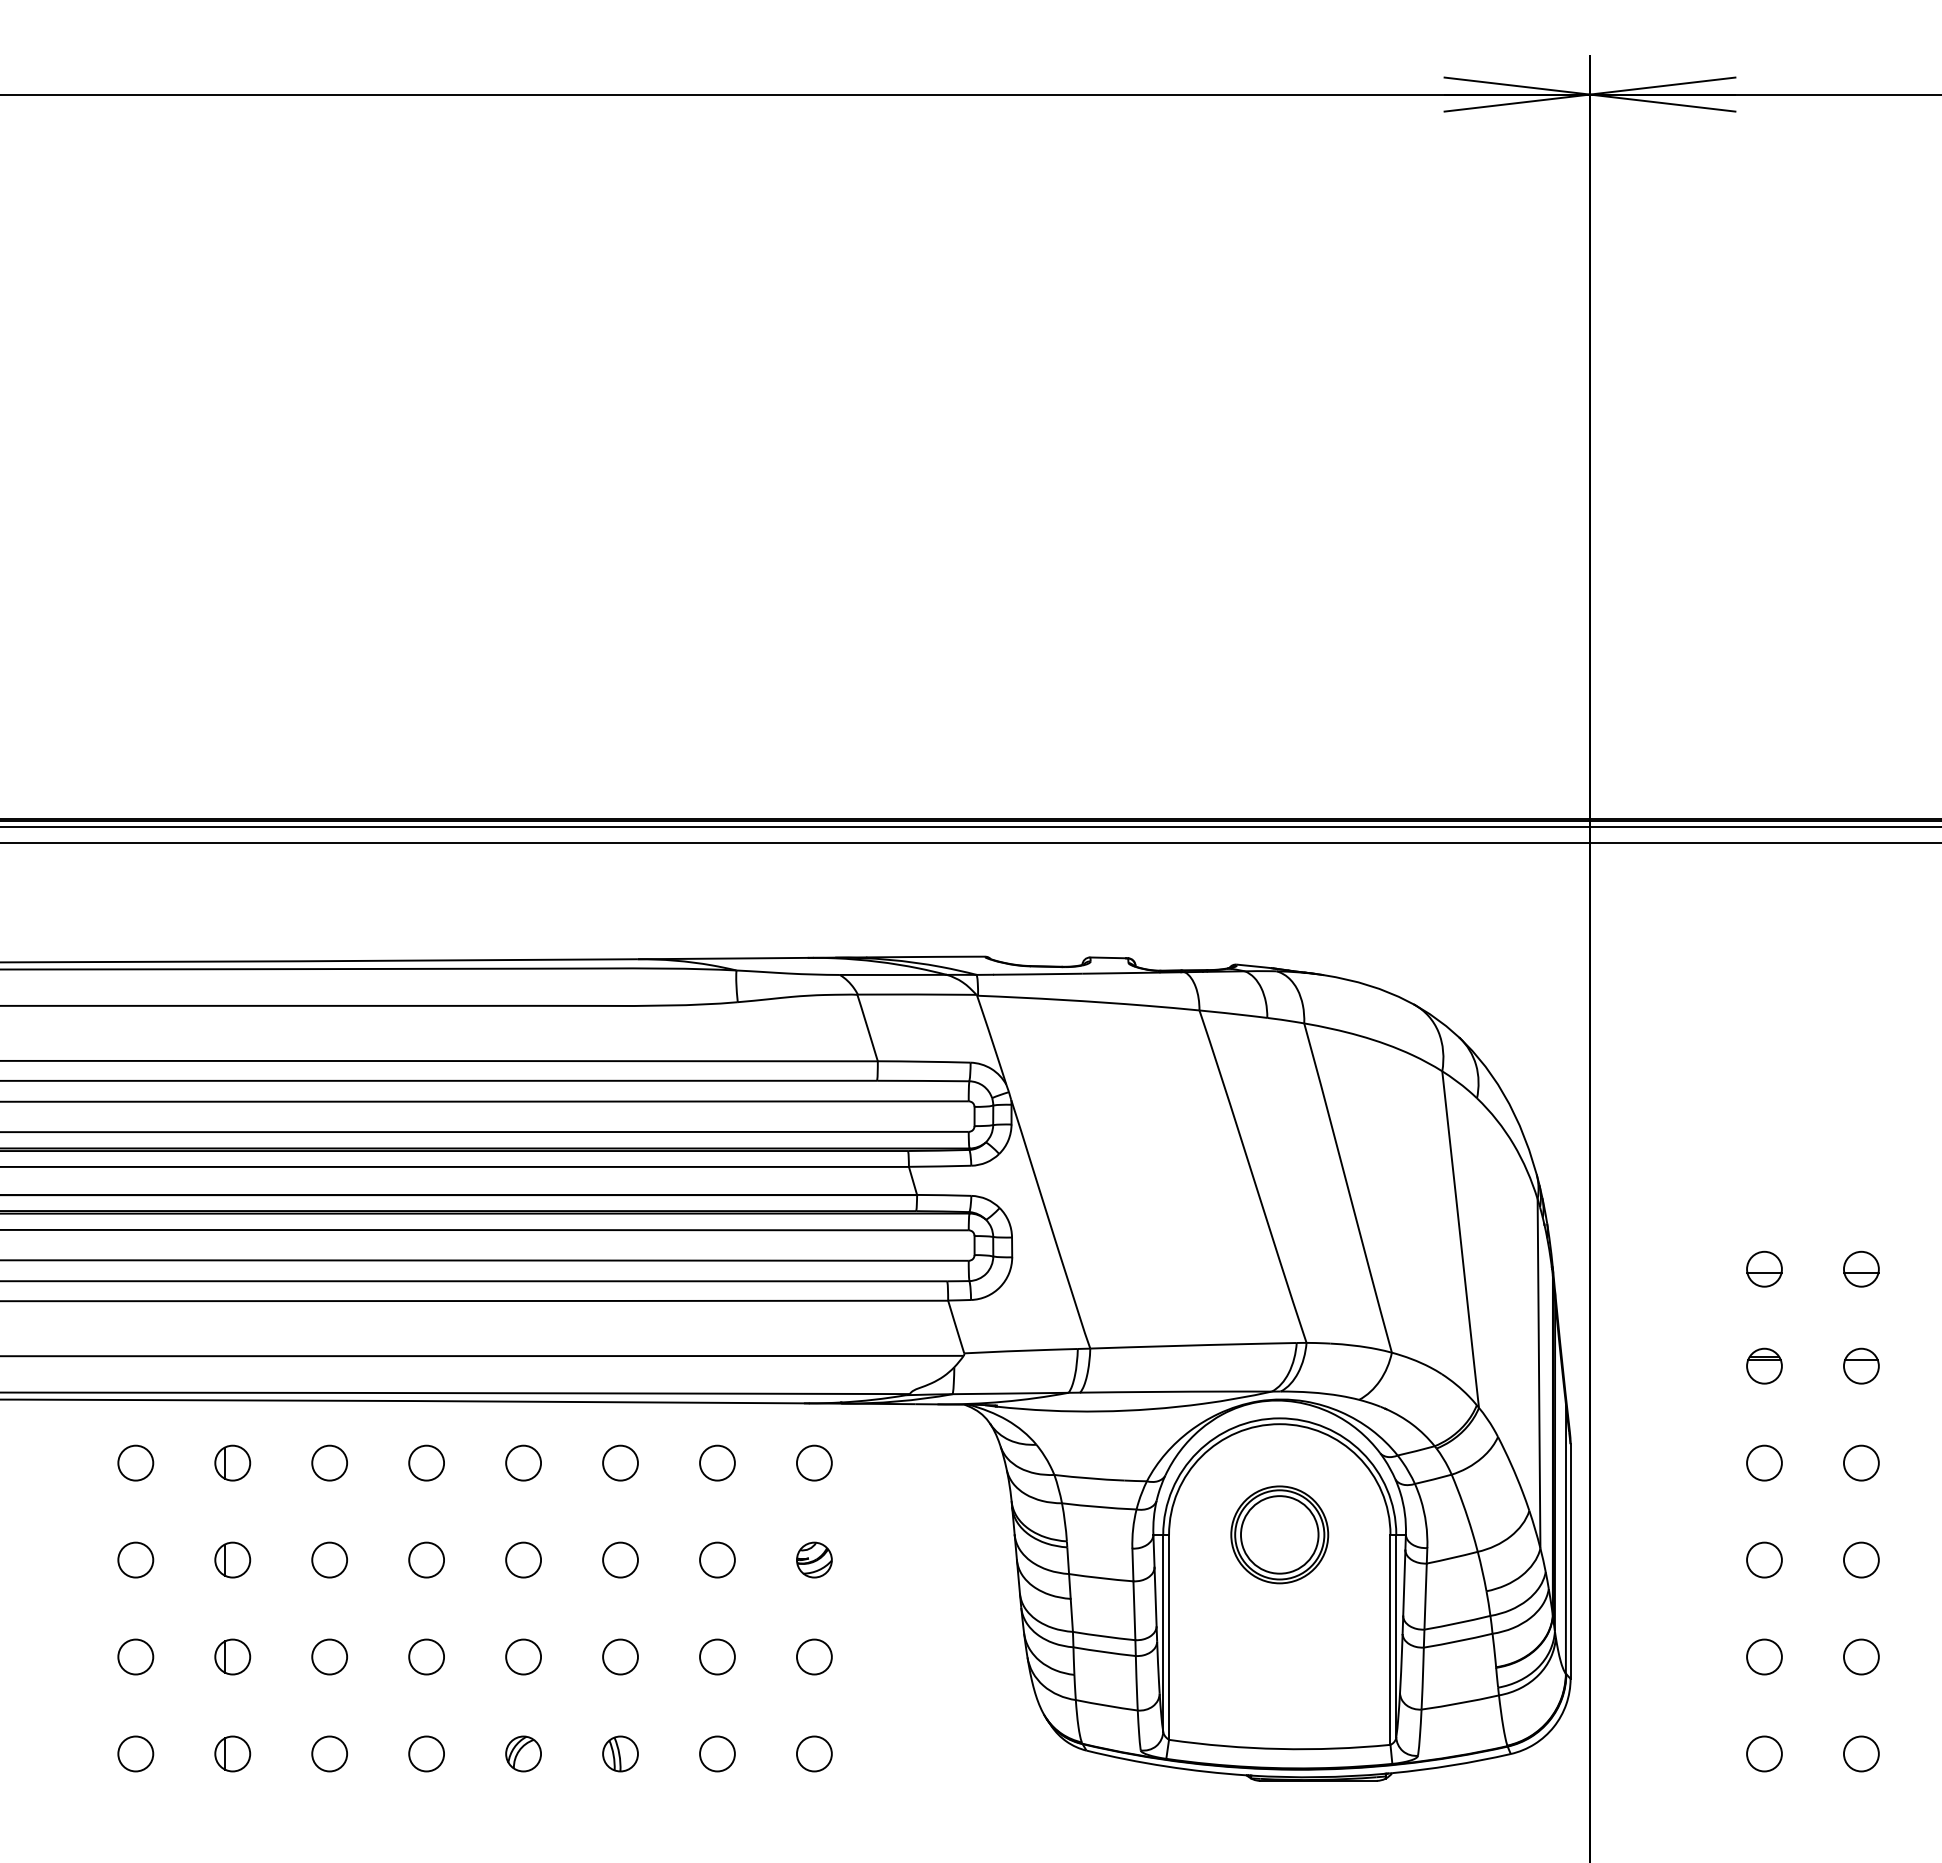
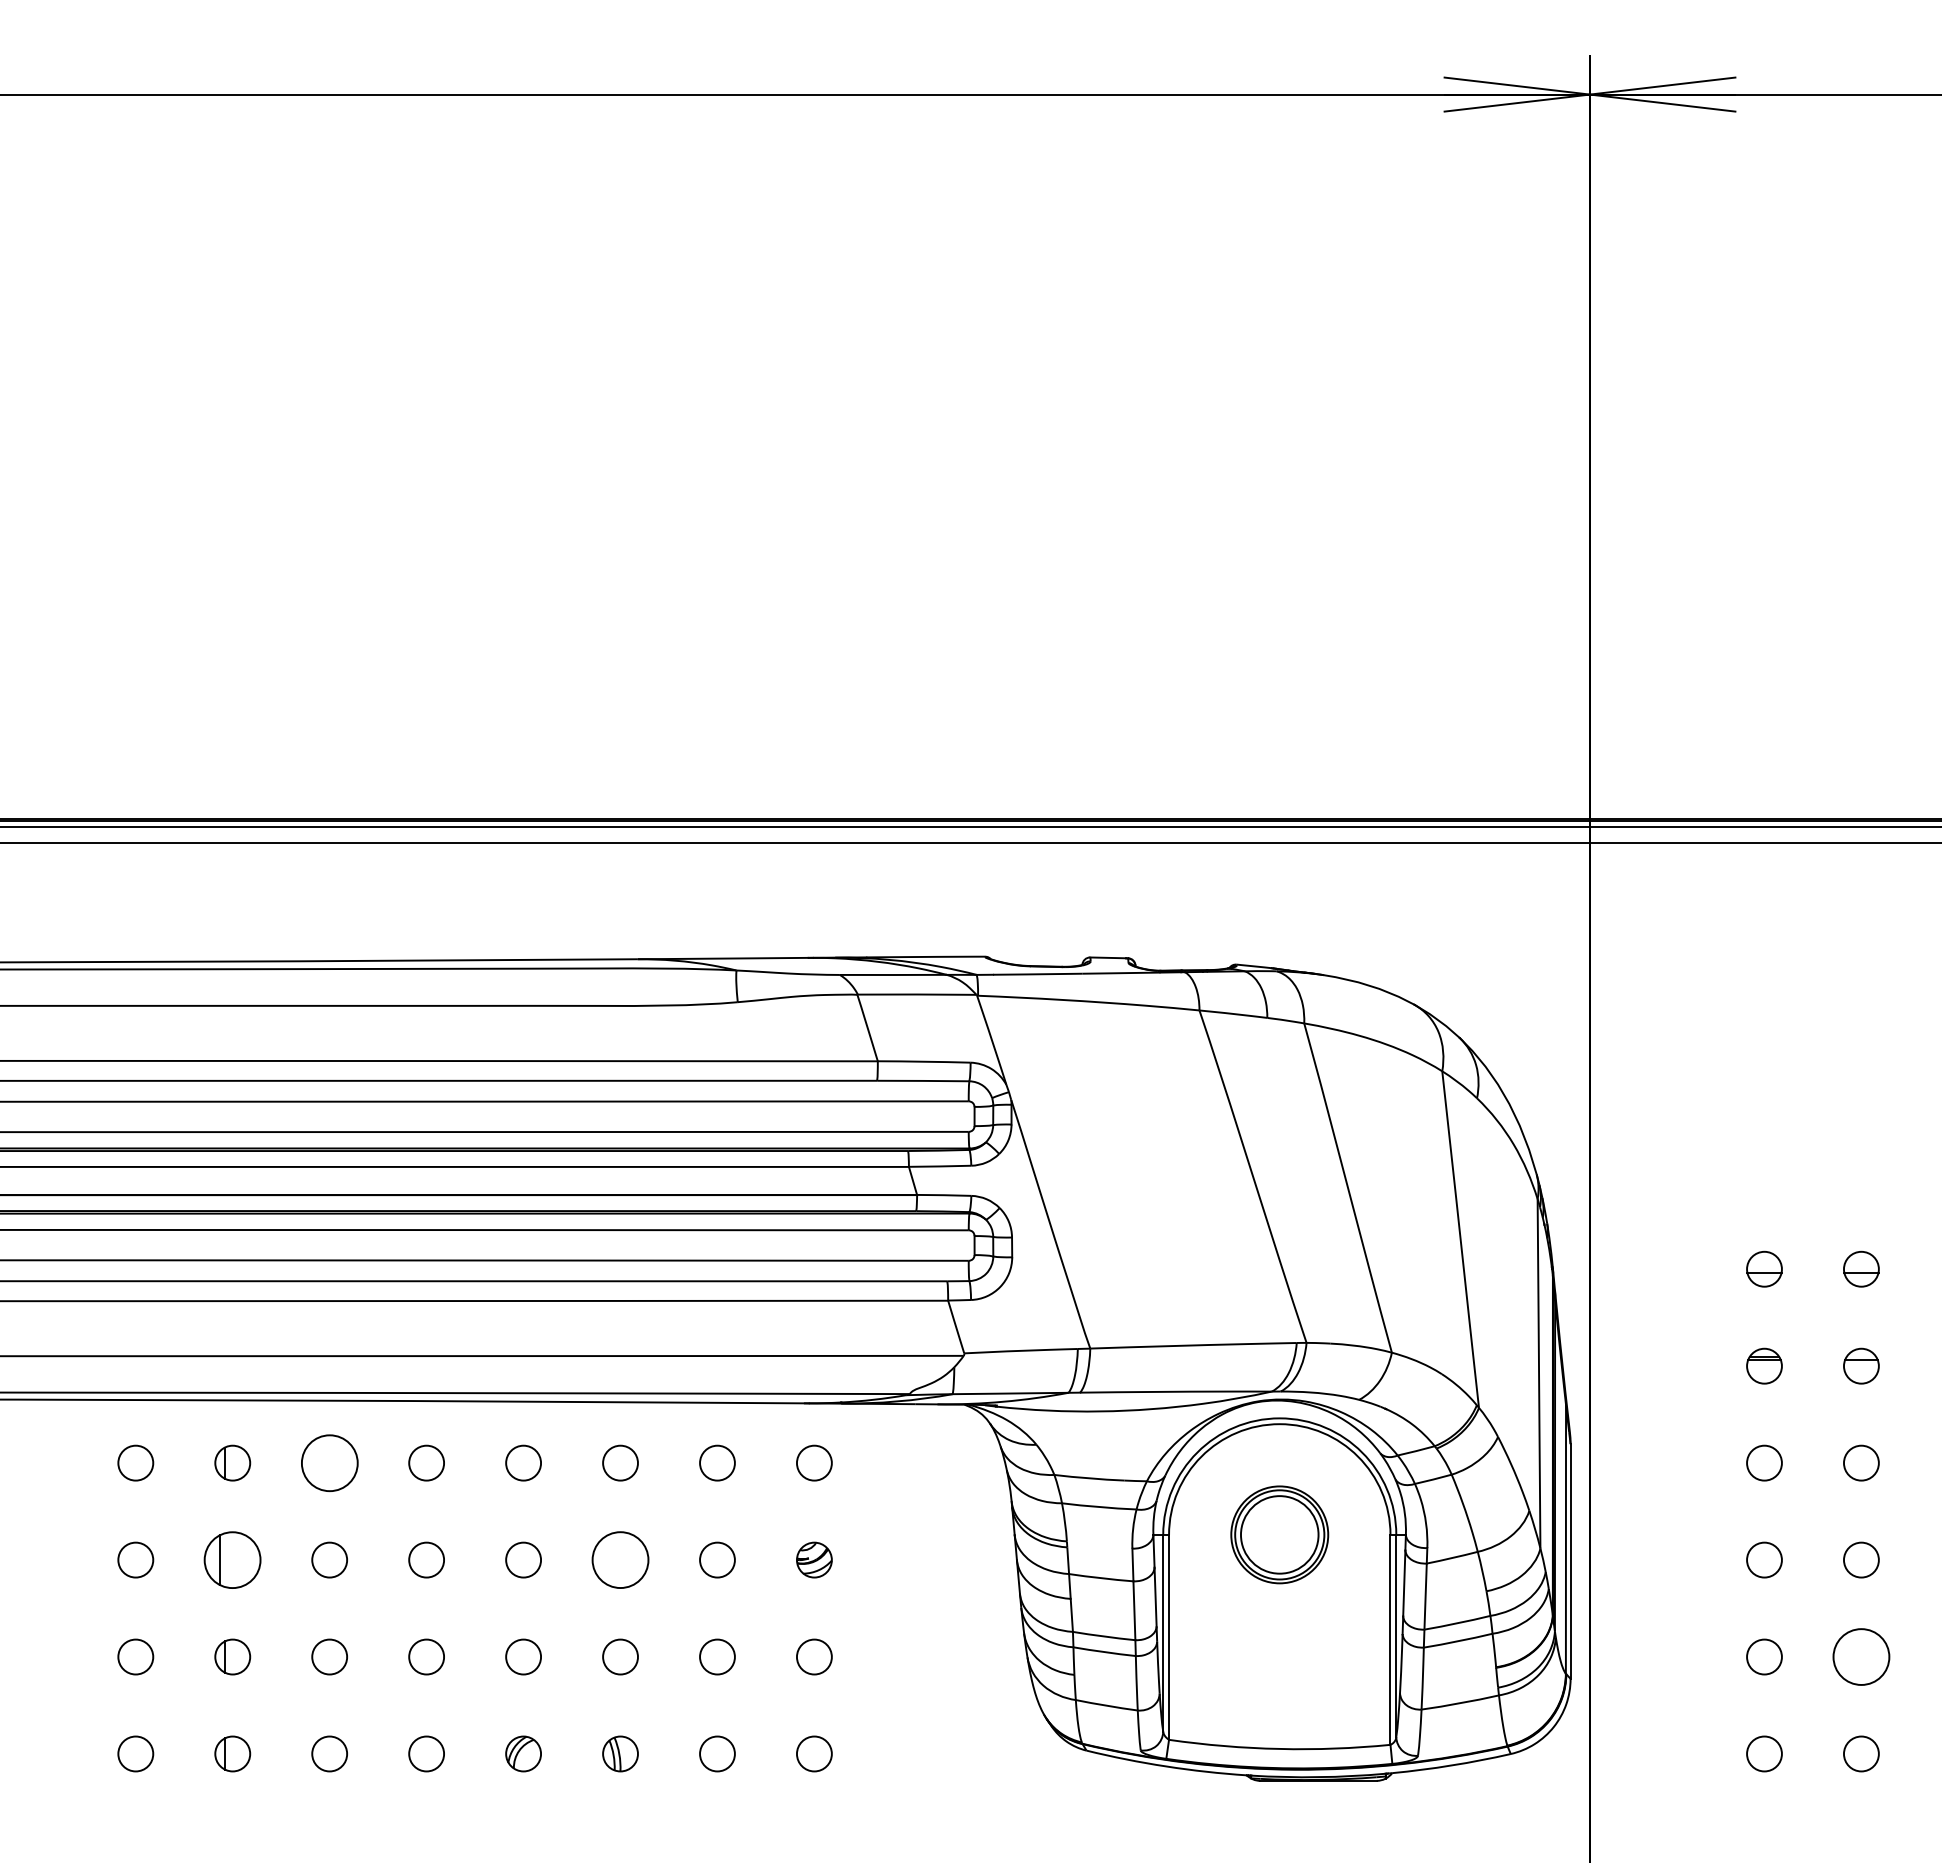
circle at (329, 1462) size: 37x38 px -> 58x59 px
part at (232, 1559) size: 38x38 px -> 59x58 px
circle at (620, 1559) diameter: 35 px -> 56 px
circle at (1861, 1656) diameter: 35 px -> 56 px
